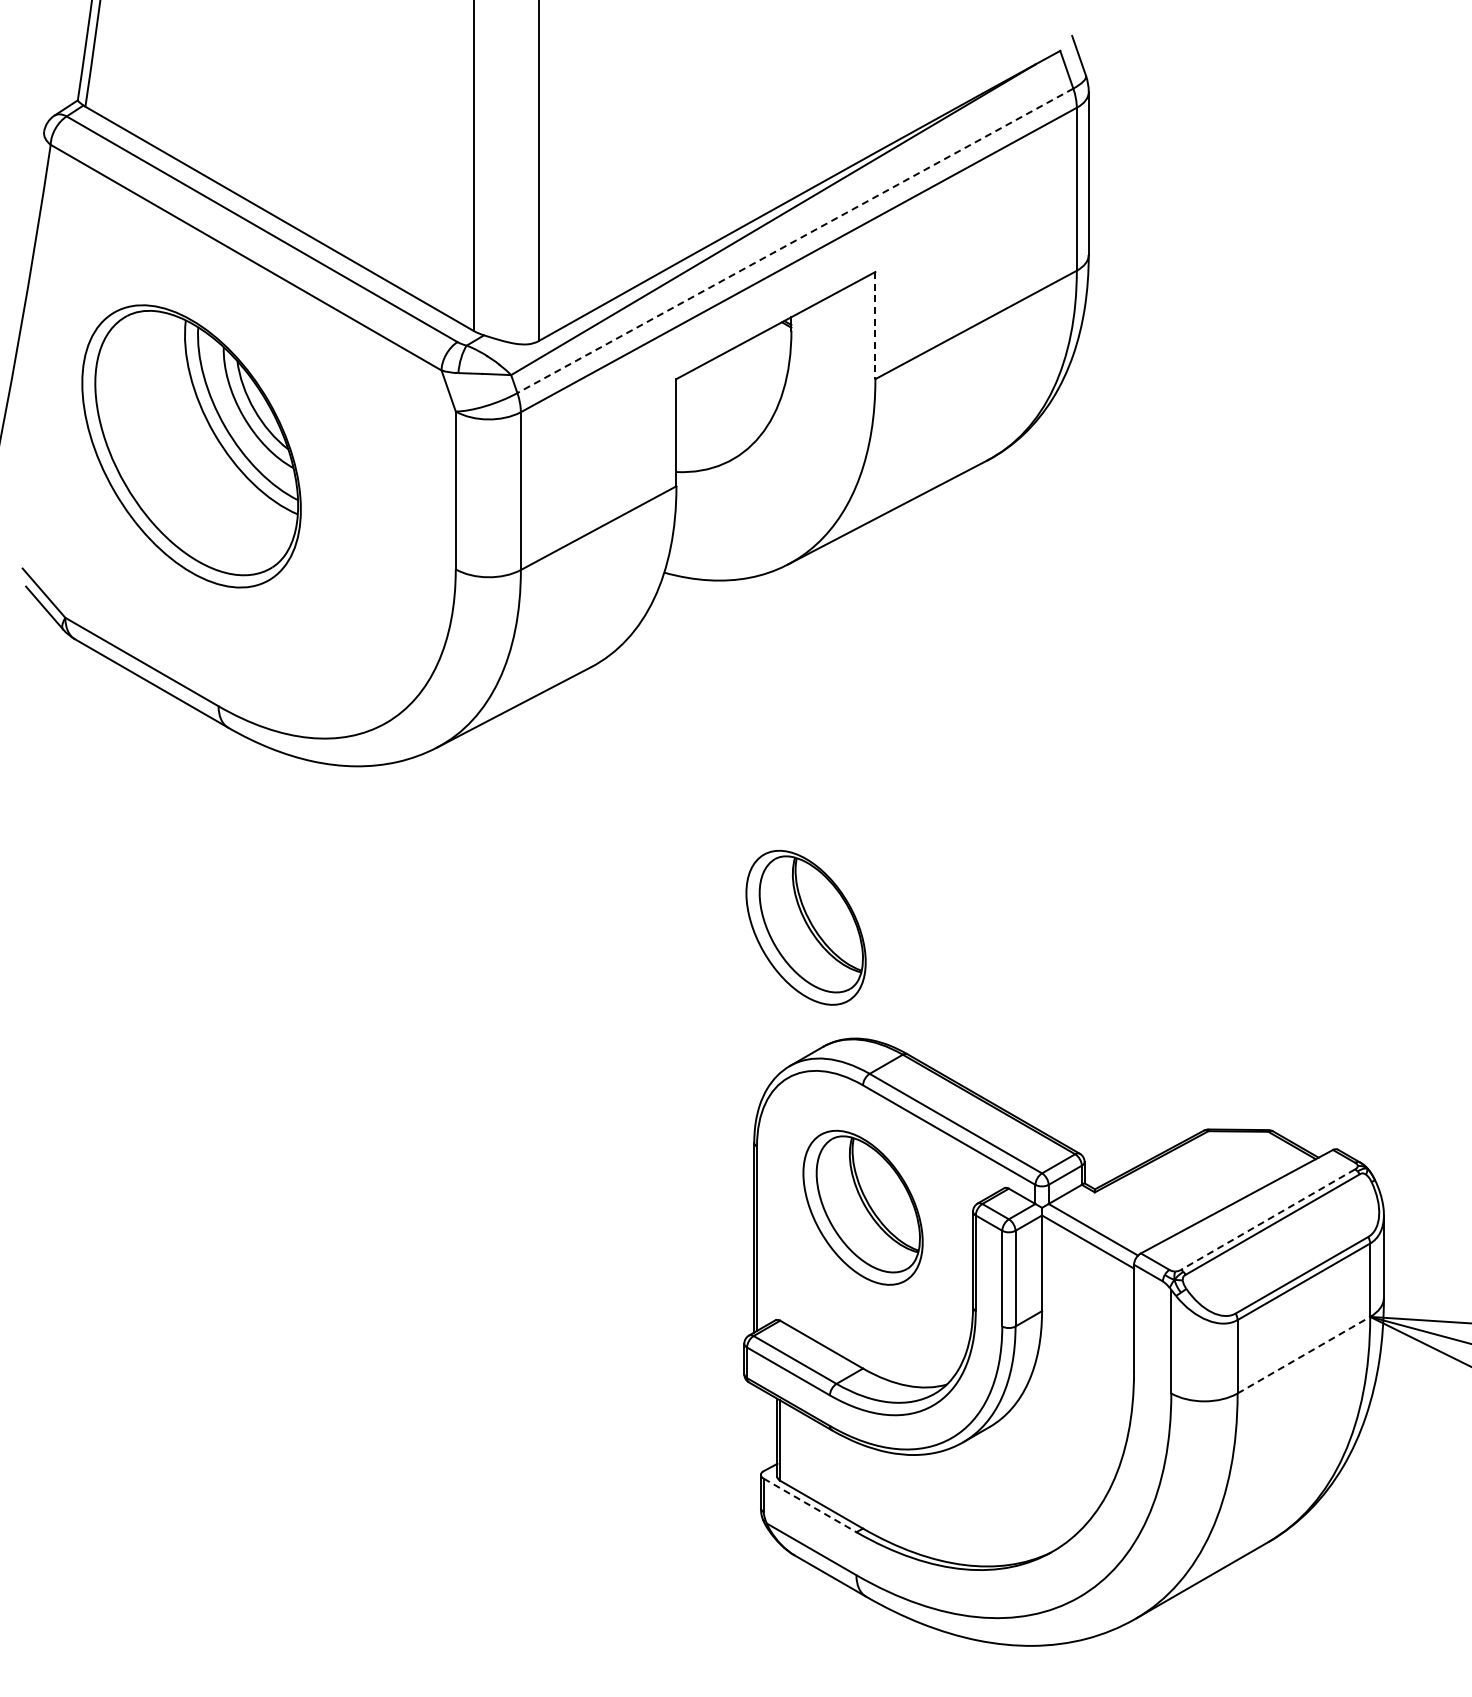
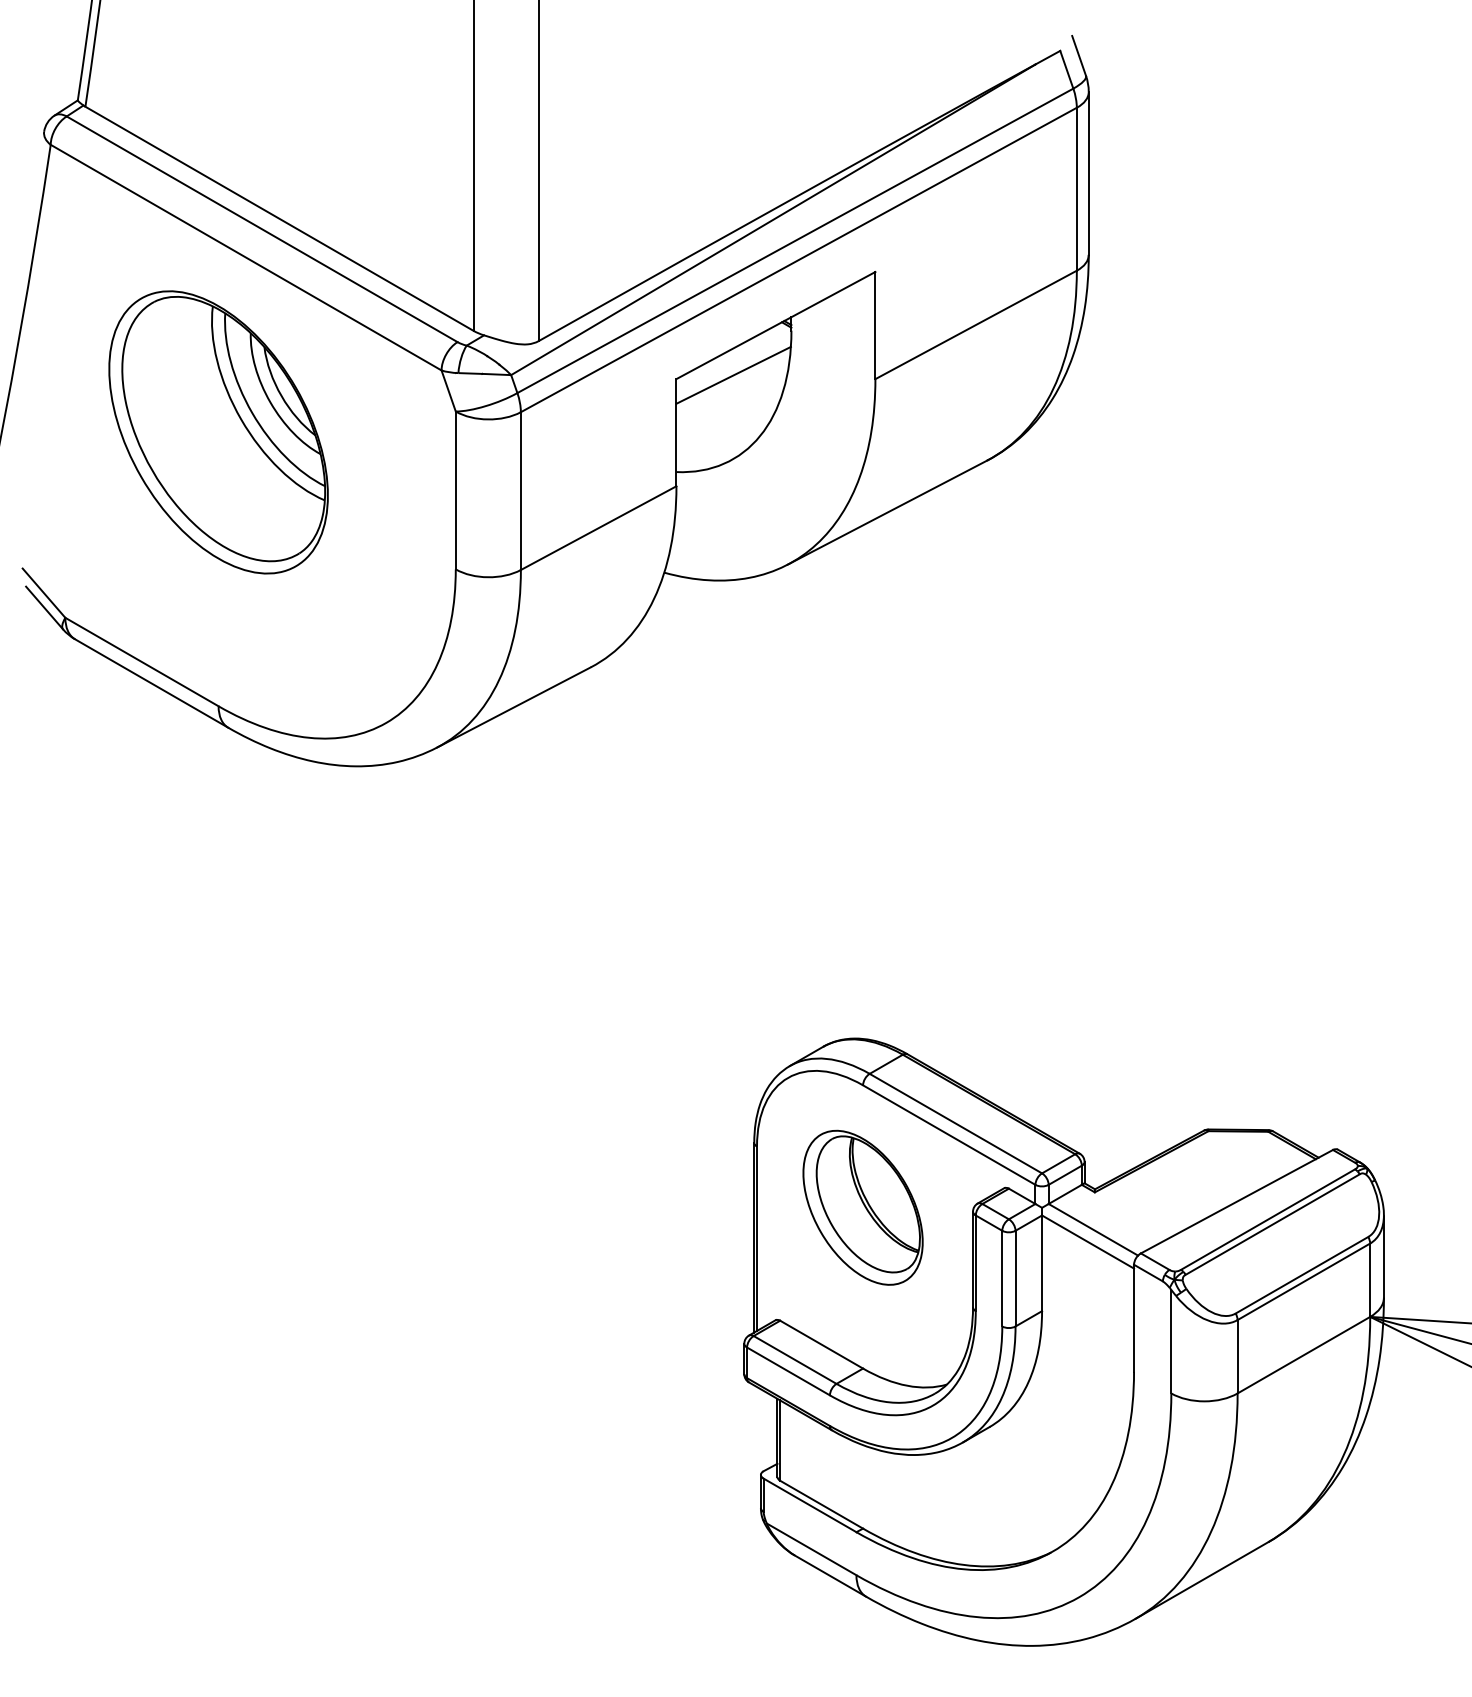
line at (795, 240): dashed -> solid
line at (875, 325): dashed -> solid
line at (733, 374): none -> present
part at (191, 446) position: (191, 446) -> (218, 432)
part at (805, 927): present -> none
line at (1267, 1219): dashed -> solid
line at (1303, 1355): dashed -> solid
line at (810, 1505): dashed -> solid
